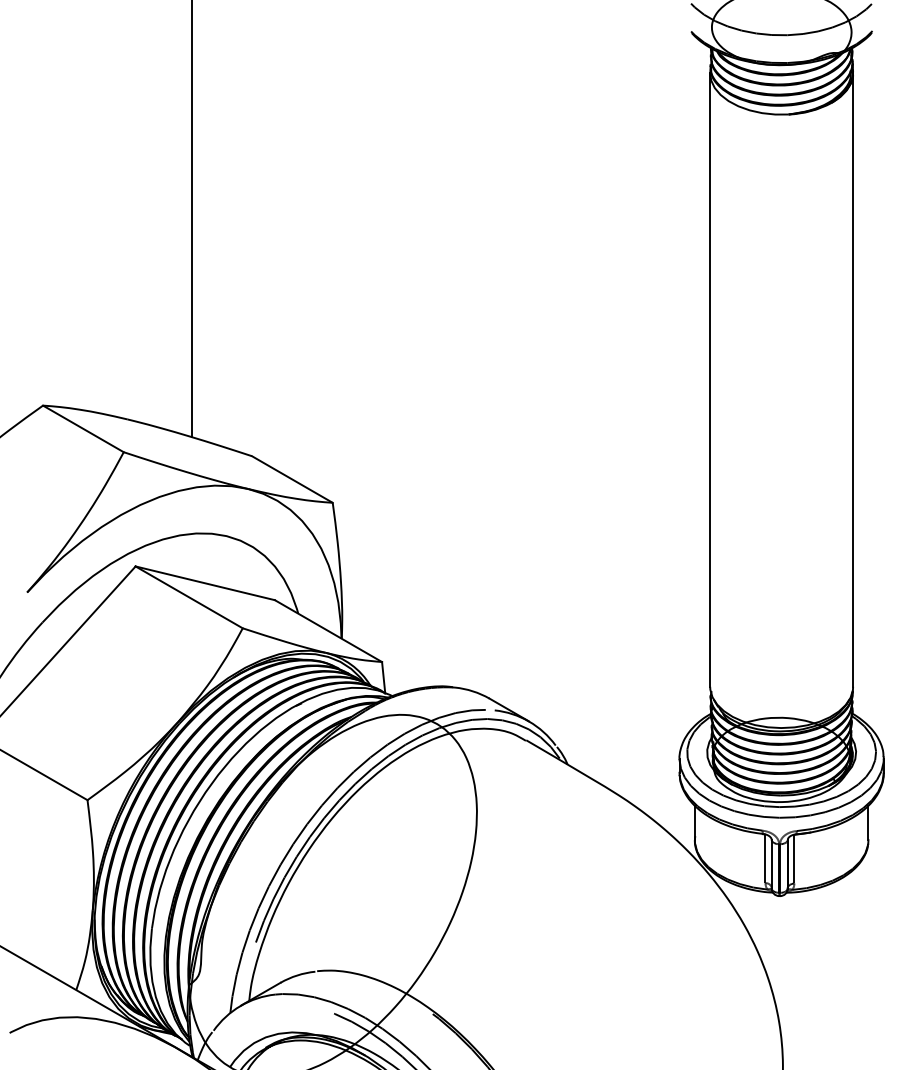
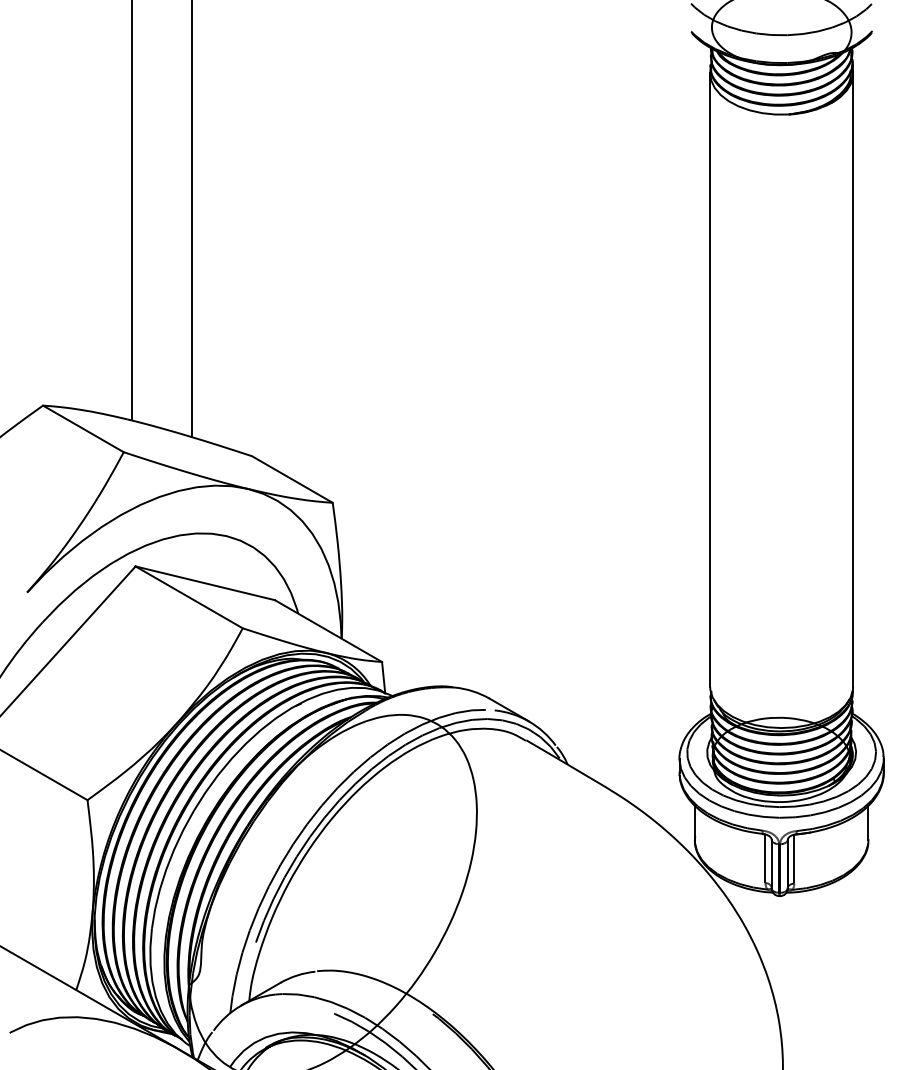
line at (131, 211): none -> present
